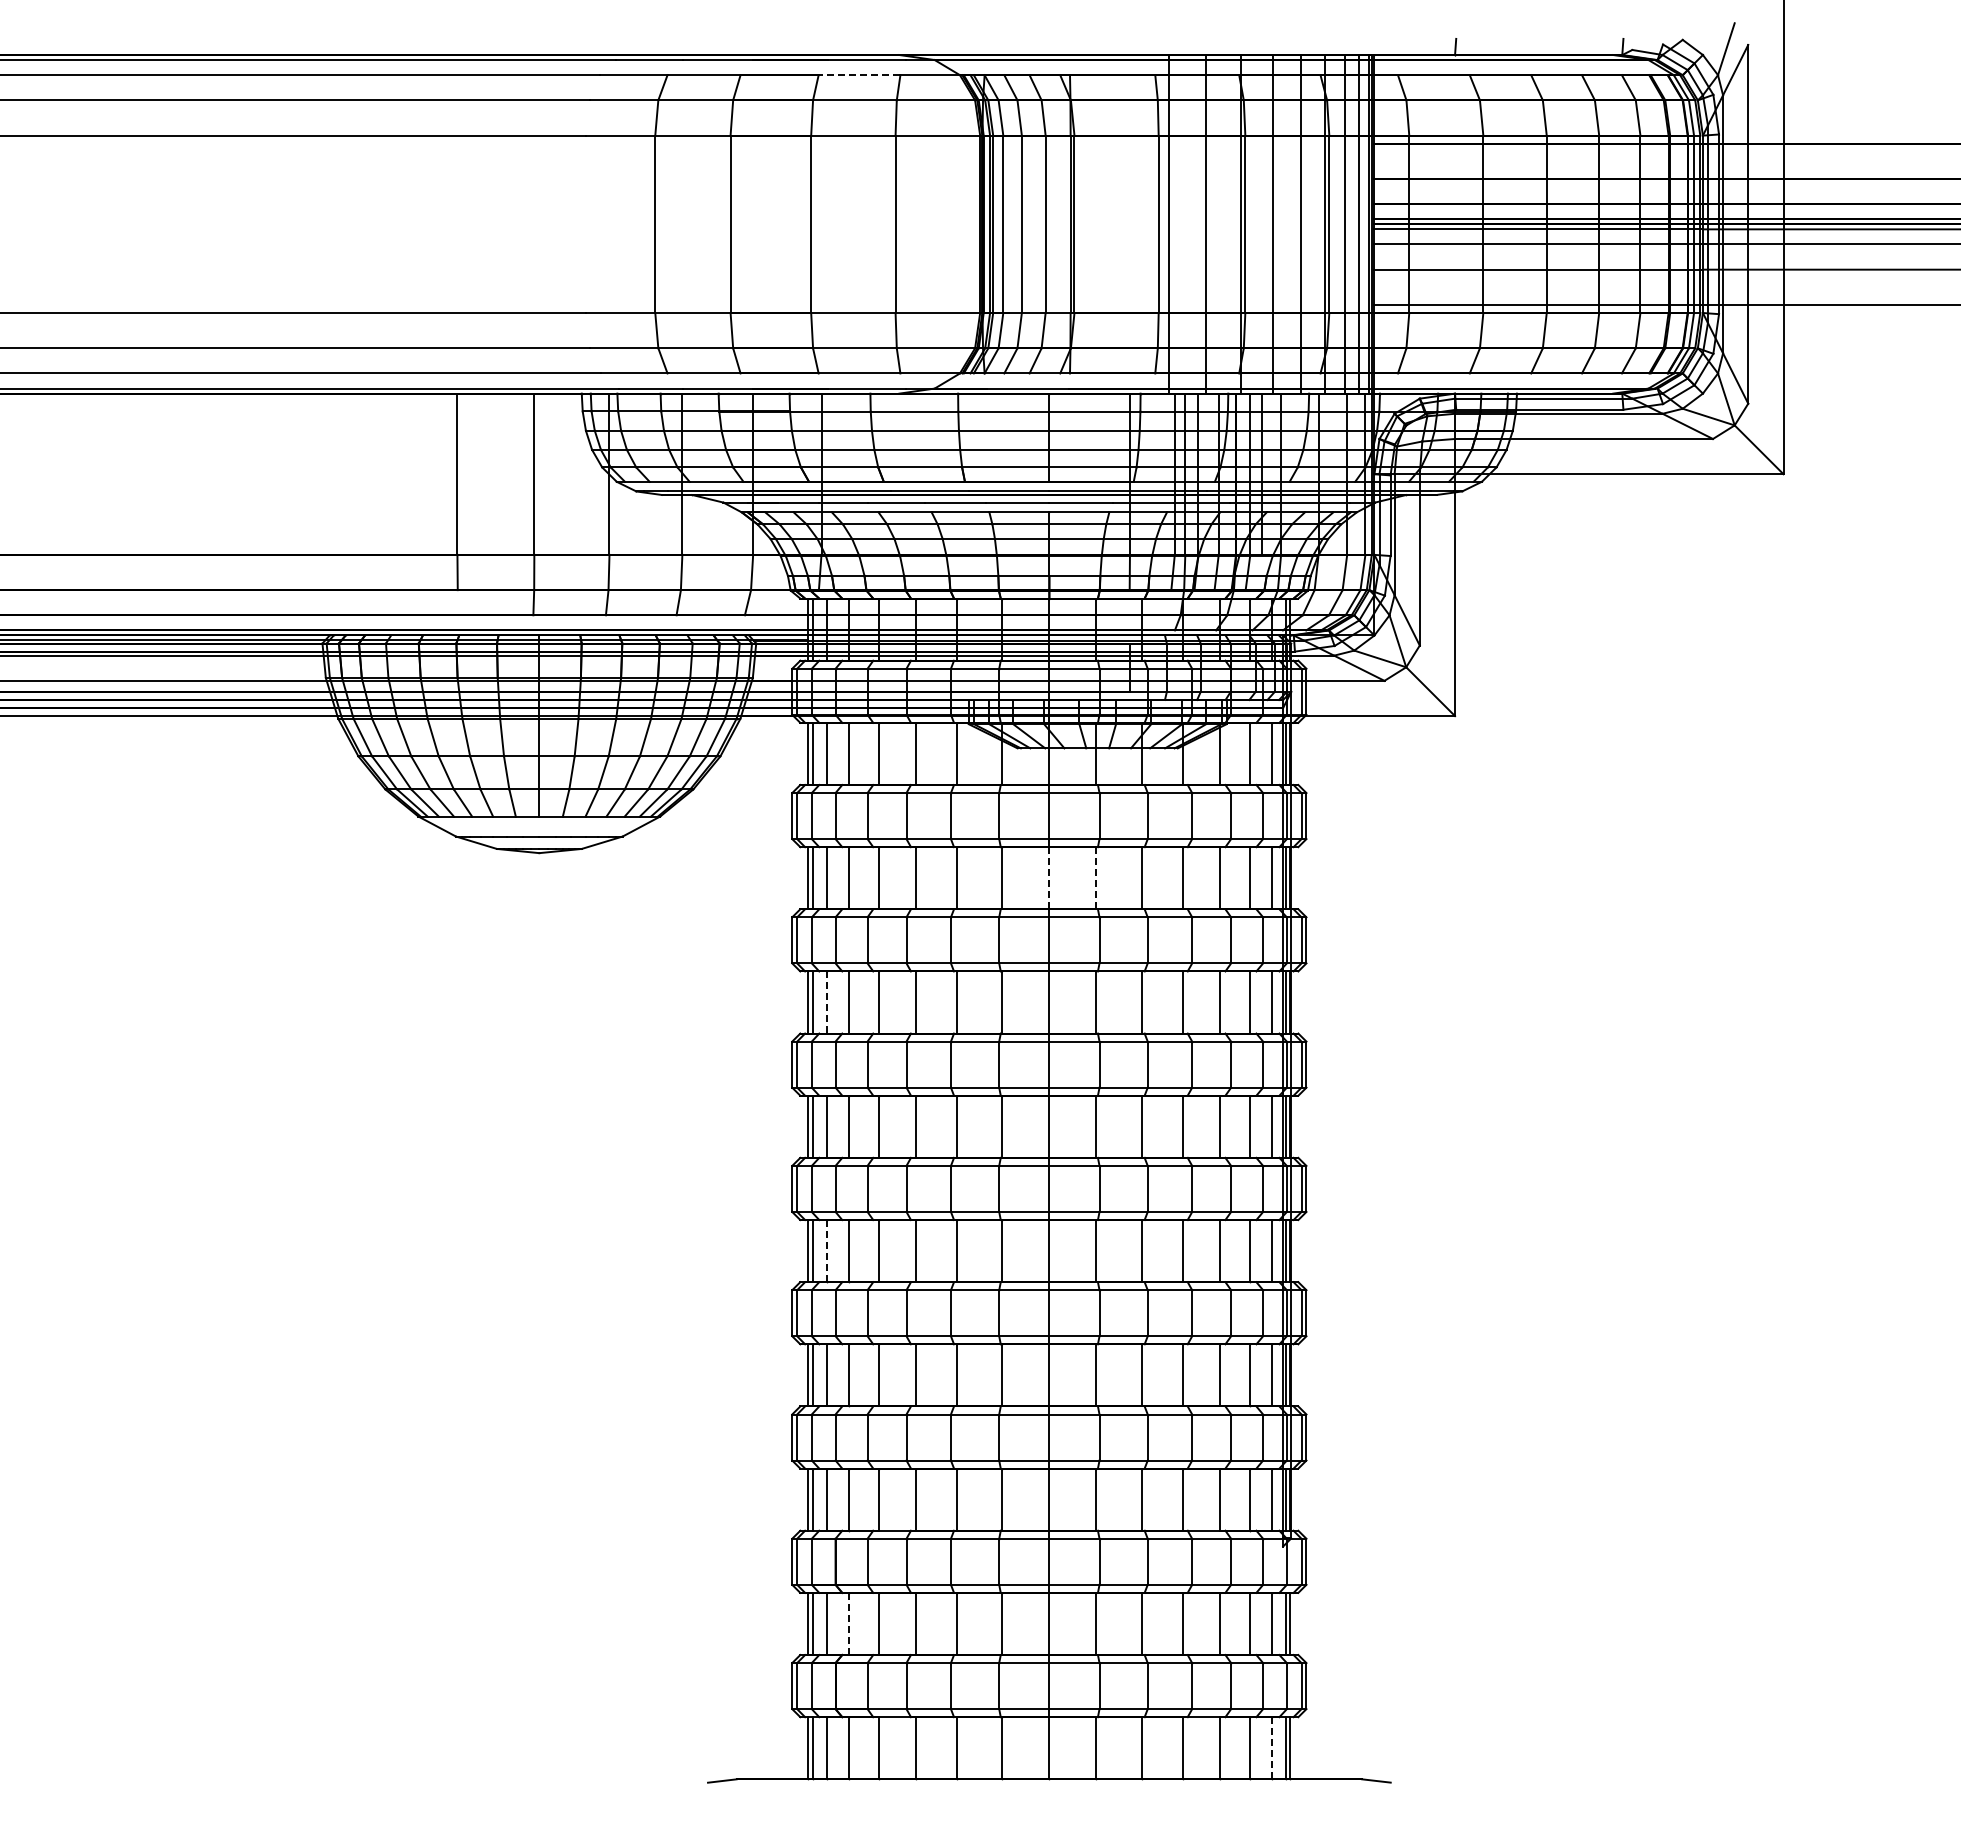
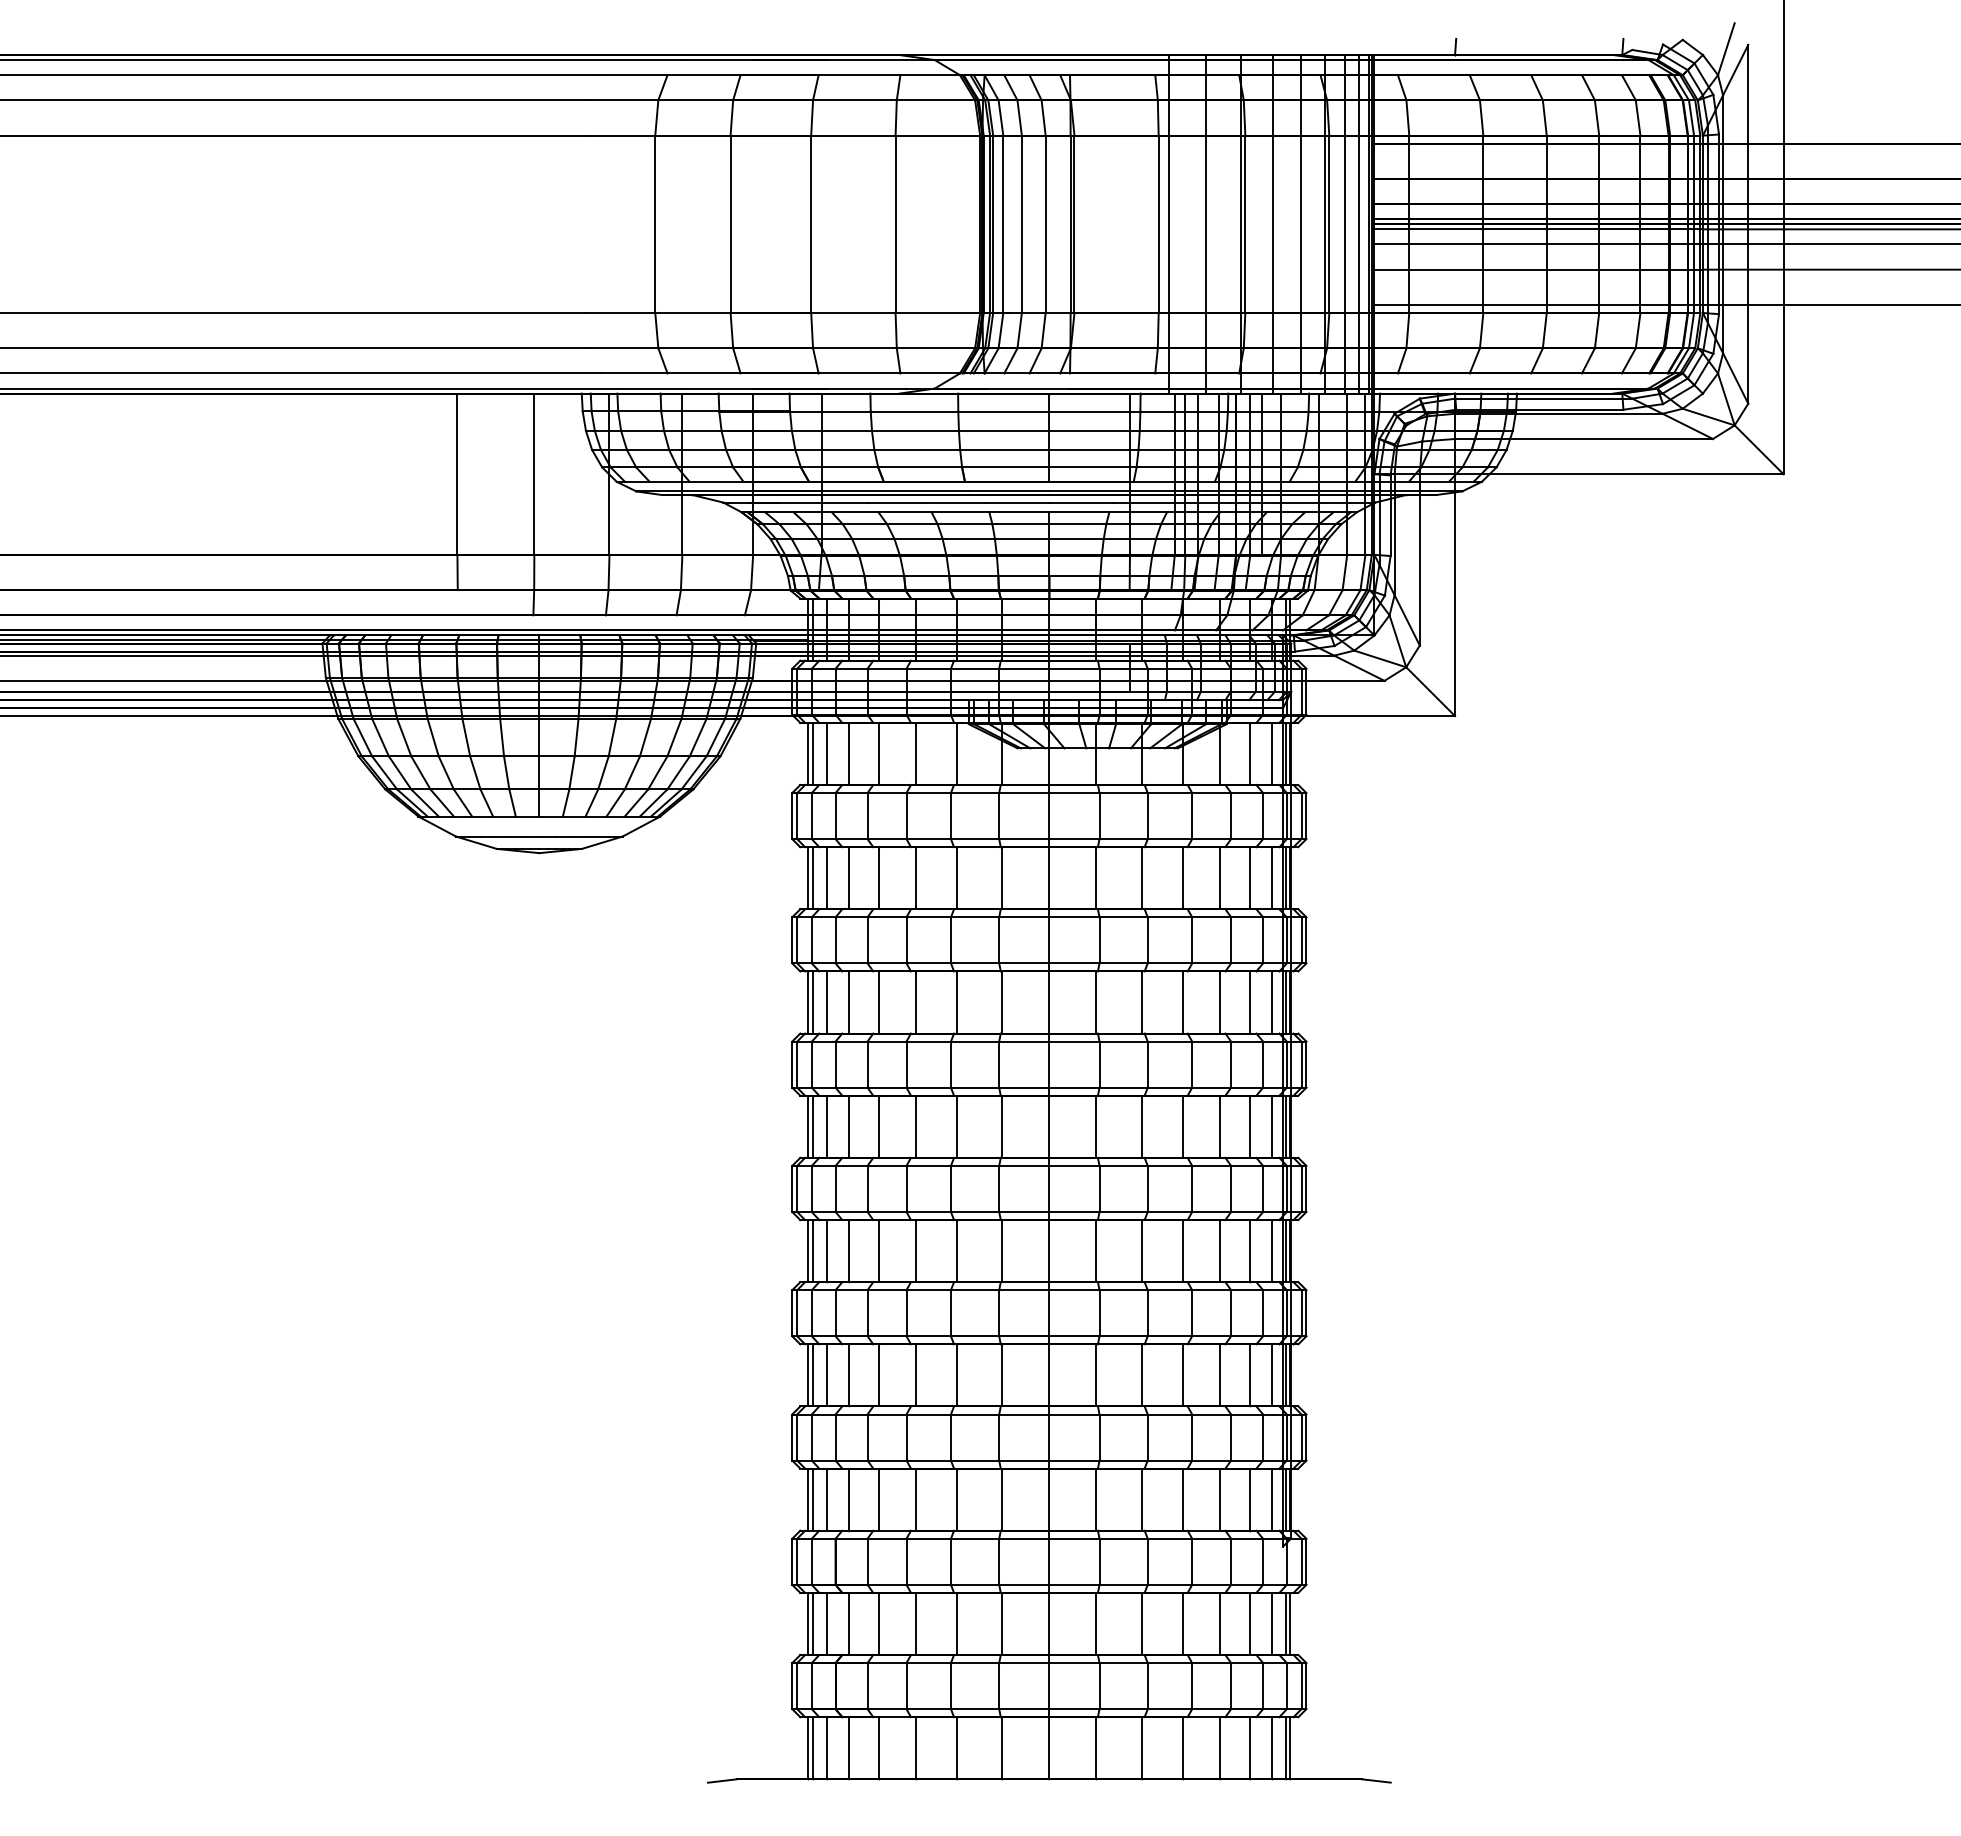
line at (859, 75): dashed -> solid
line at (1049, 878): dashed -> solid
line at (1096, 878): dashed -> solid
line at (826, 1003): dashed -> solid
line at (826, 1250): dashed -> solid
line at (849, 1623): dashed -> solid
line at (1271, 1747): dashed -> solid
